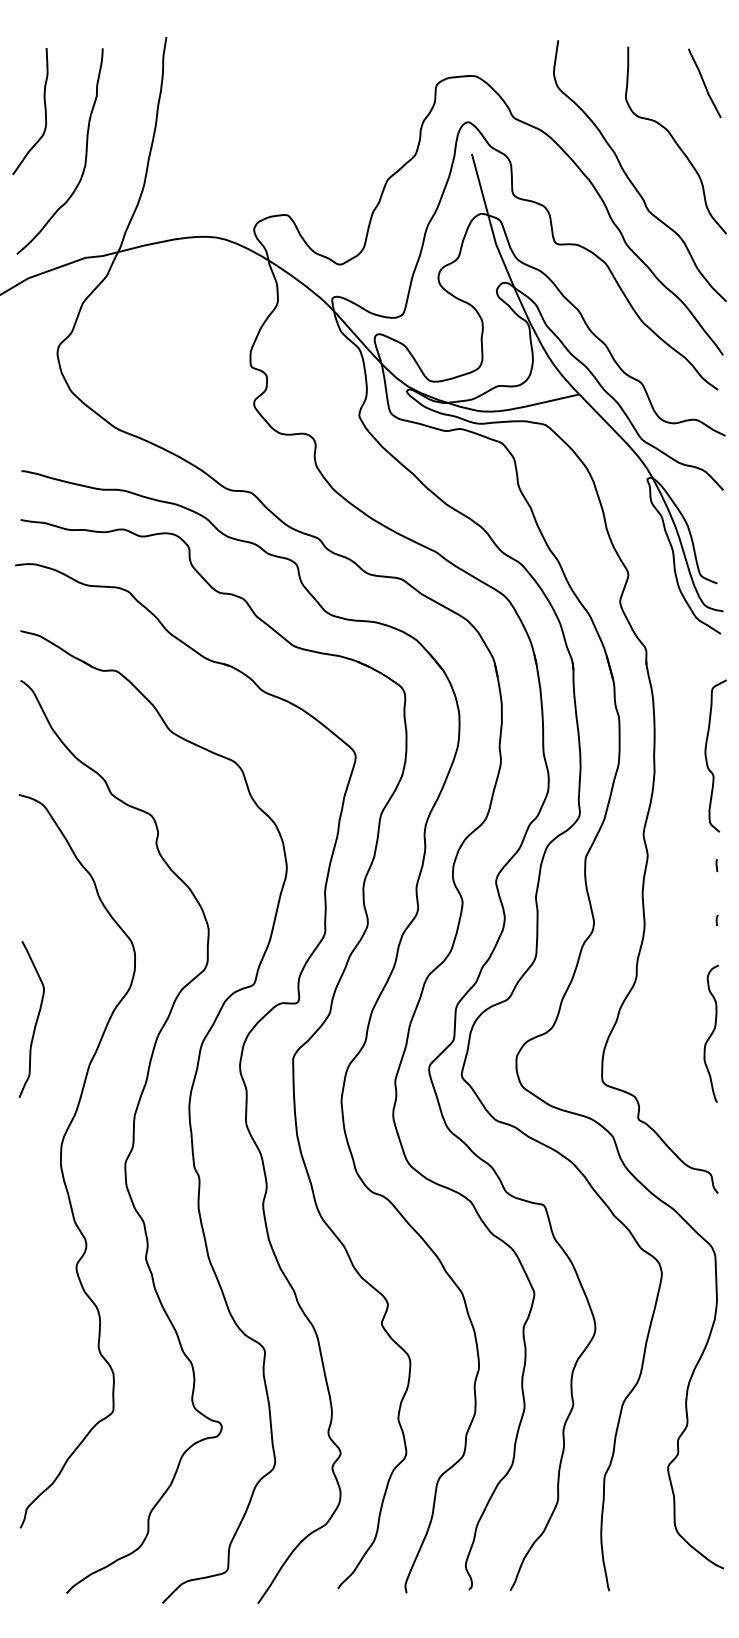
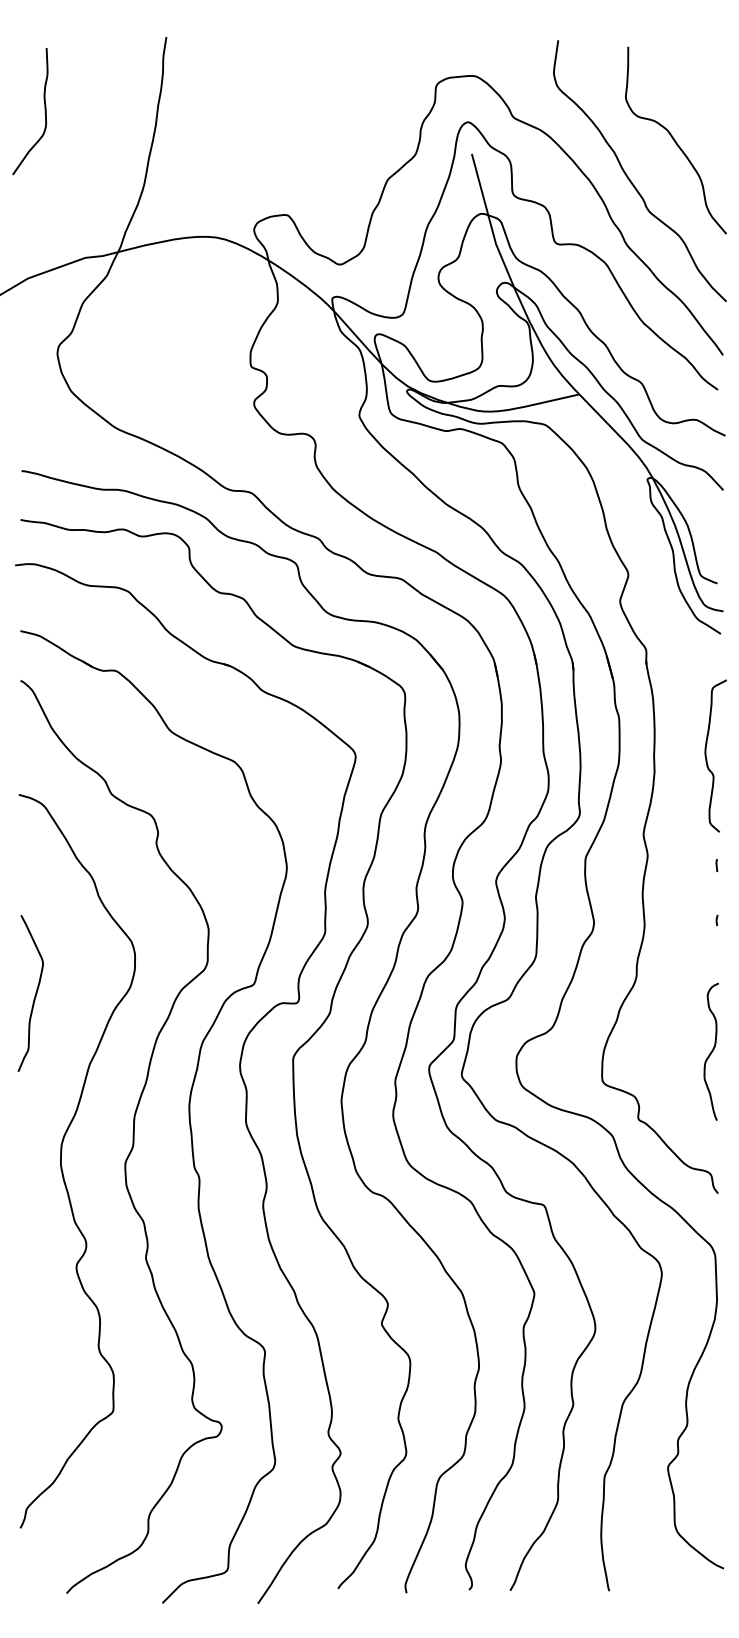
line at (704, 83): present -> none
curve at (85, 151): present -> none
curve at (35, 1021) position: (35, 1021) -> (34, 995)
curve at (711, 1033) position: (711, 1033) -> (711, 1051)
